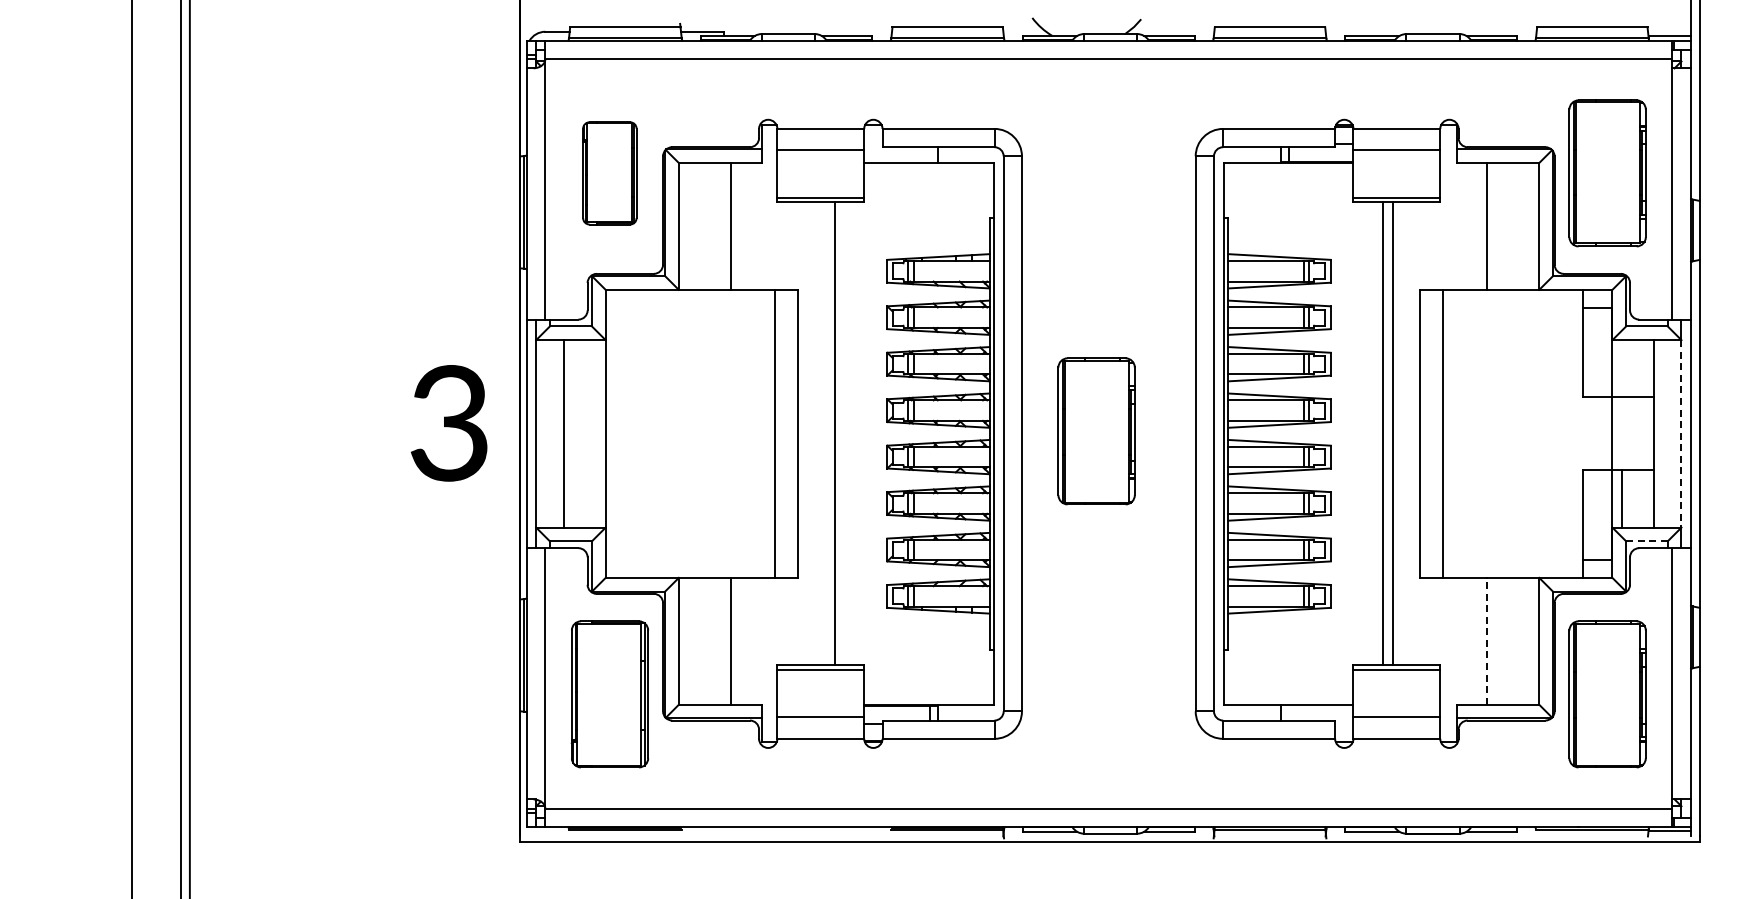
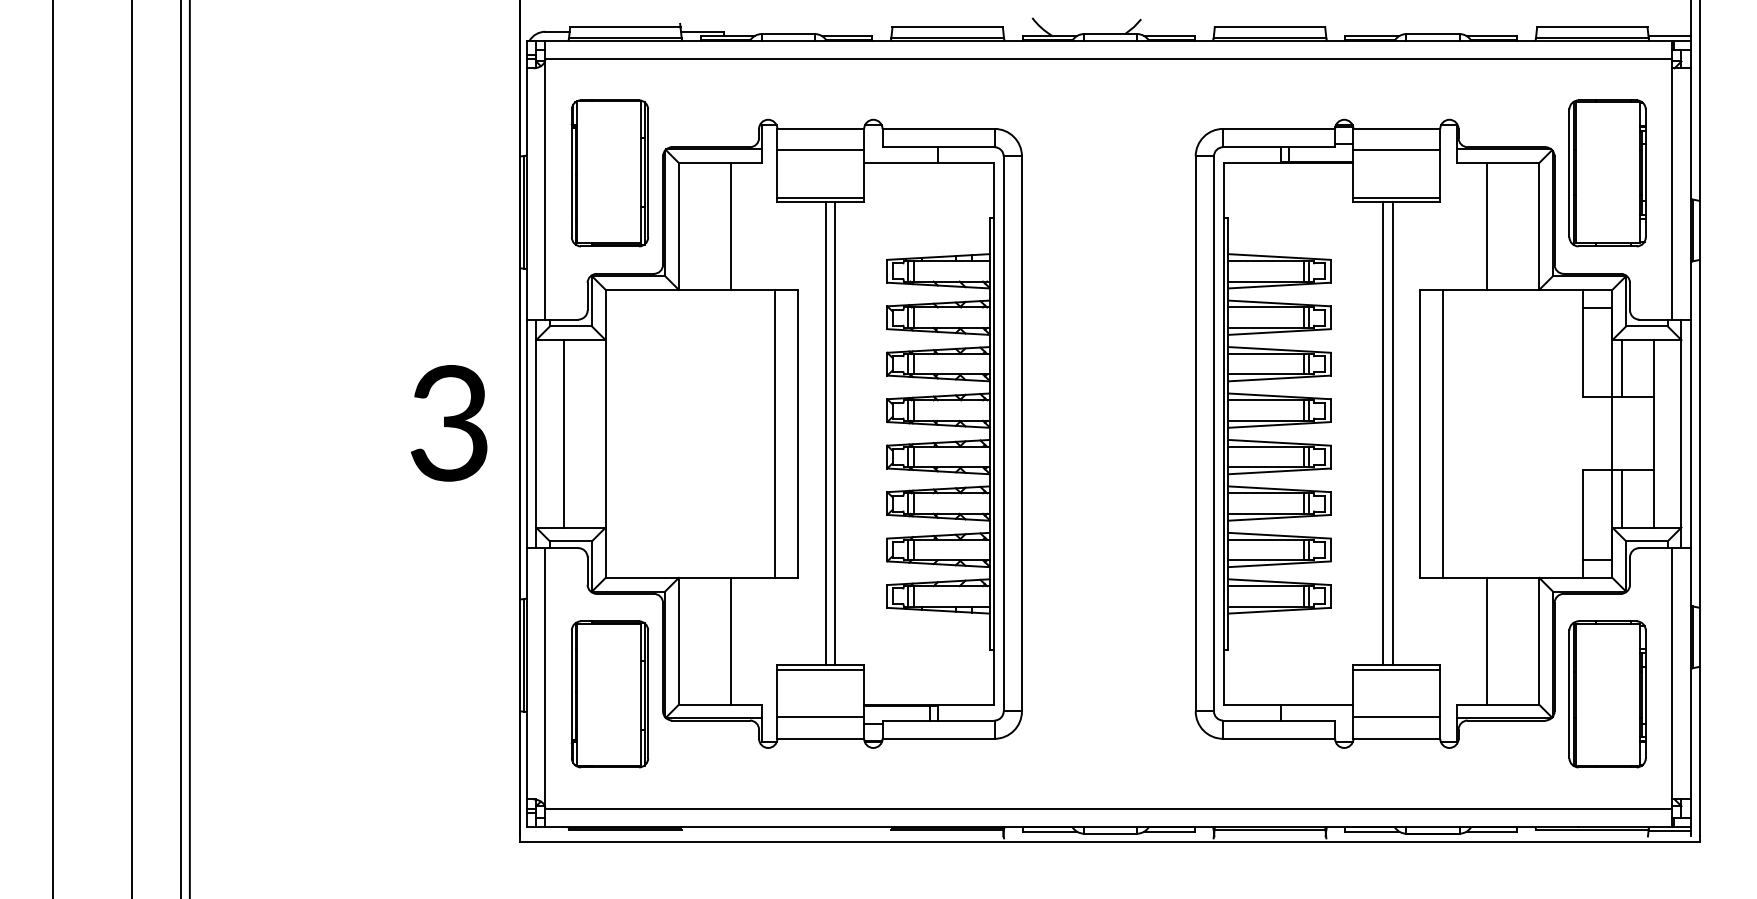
part at (609, 173) size: 56x105 px -> 79x149 px
line at (1622, 368): none -> present
part at (1096, 431): present -> none
line at (825, 433): none -> present
line at (1681, 433): dashed -> solid
line at (52, 448): none -> present
line at (1646, 541): dashed -> solid
line at (1486, 640): dashed -> solid
